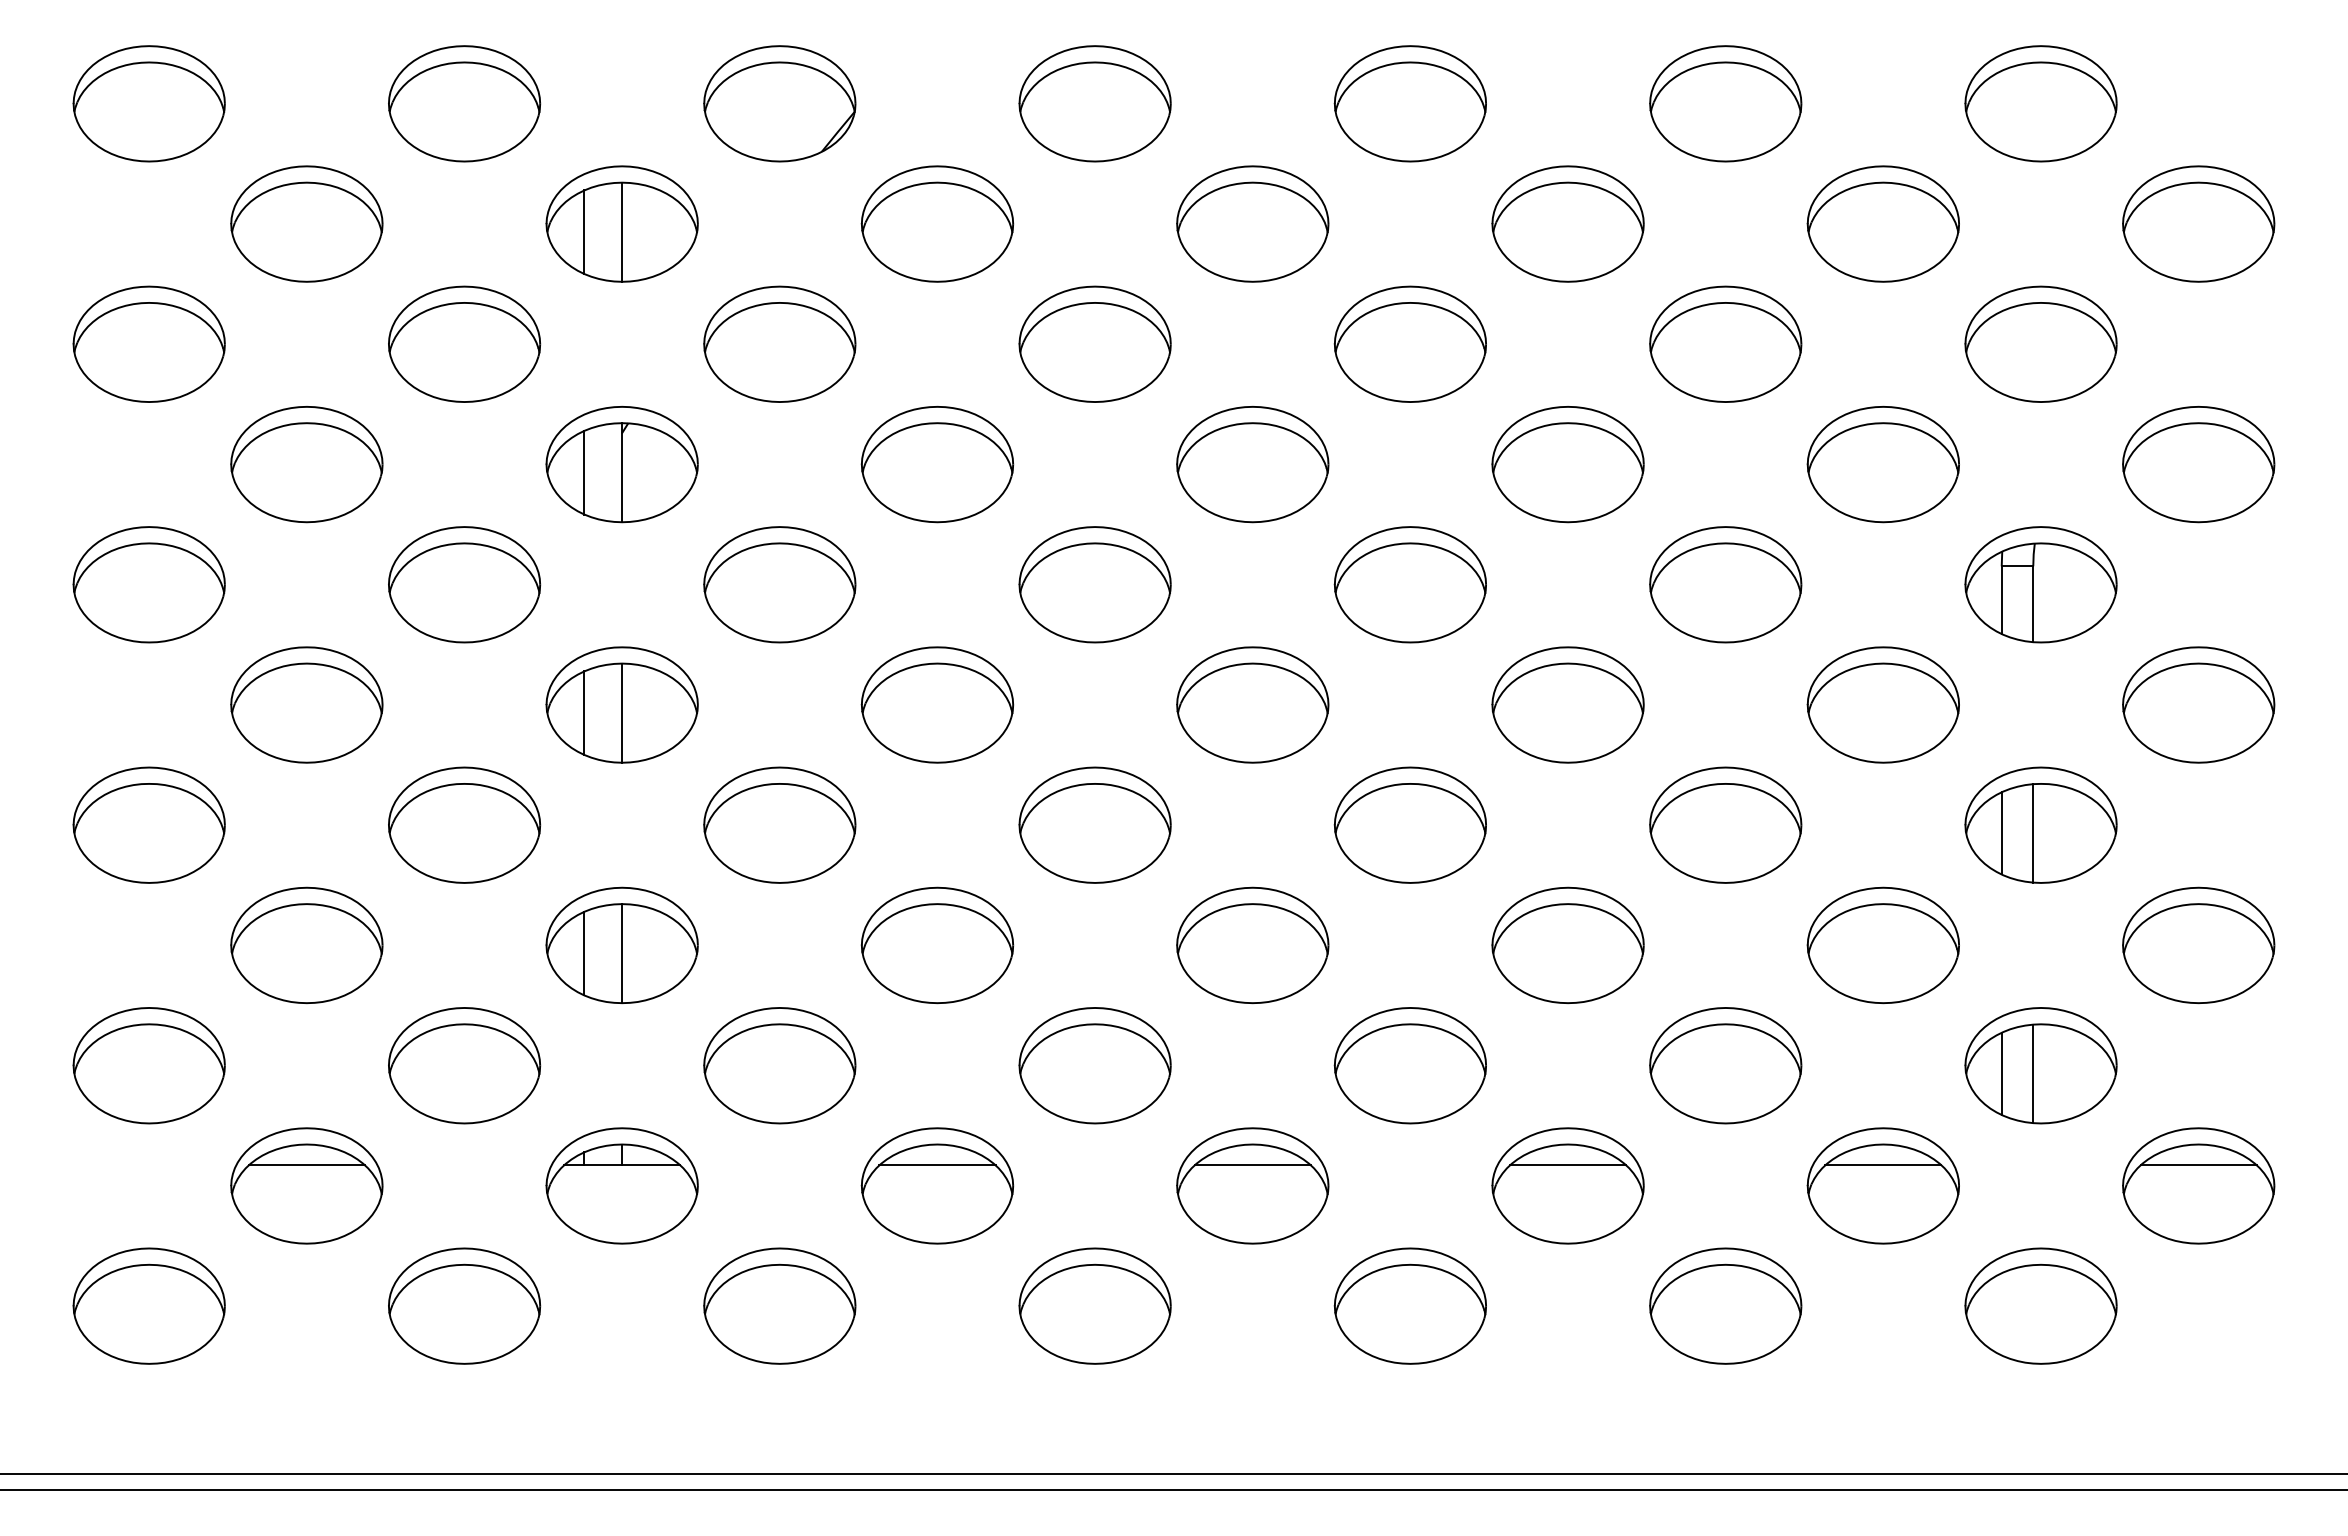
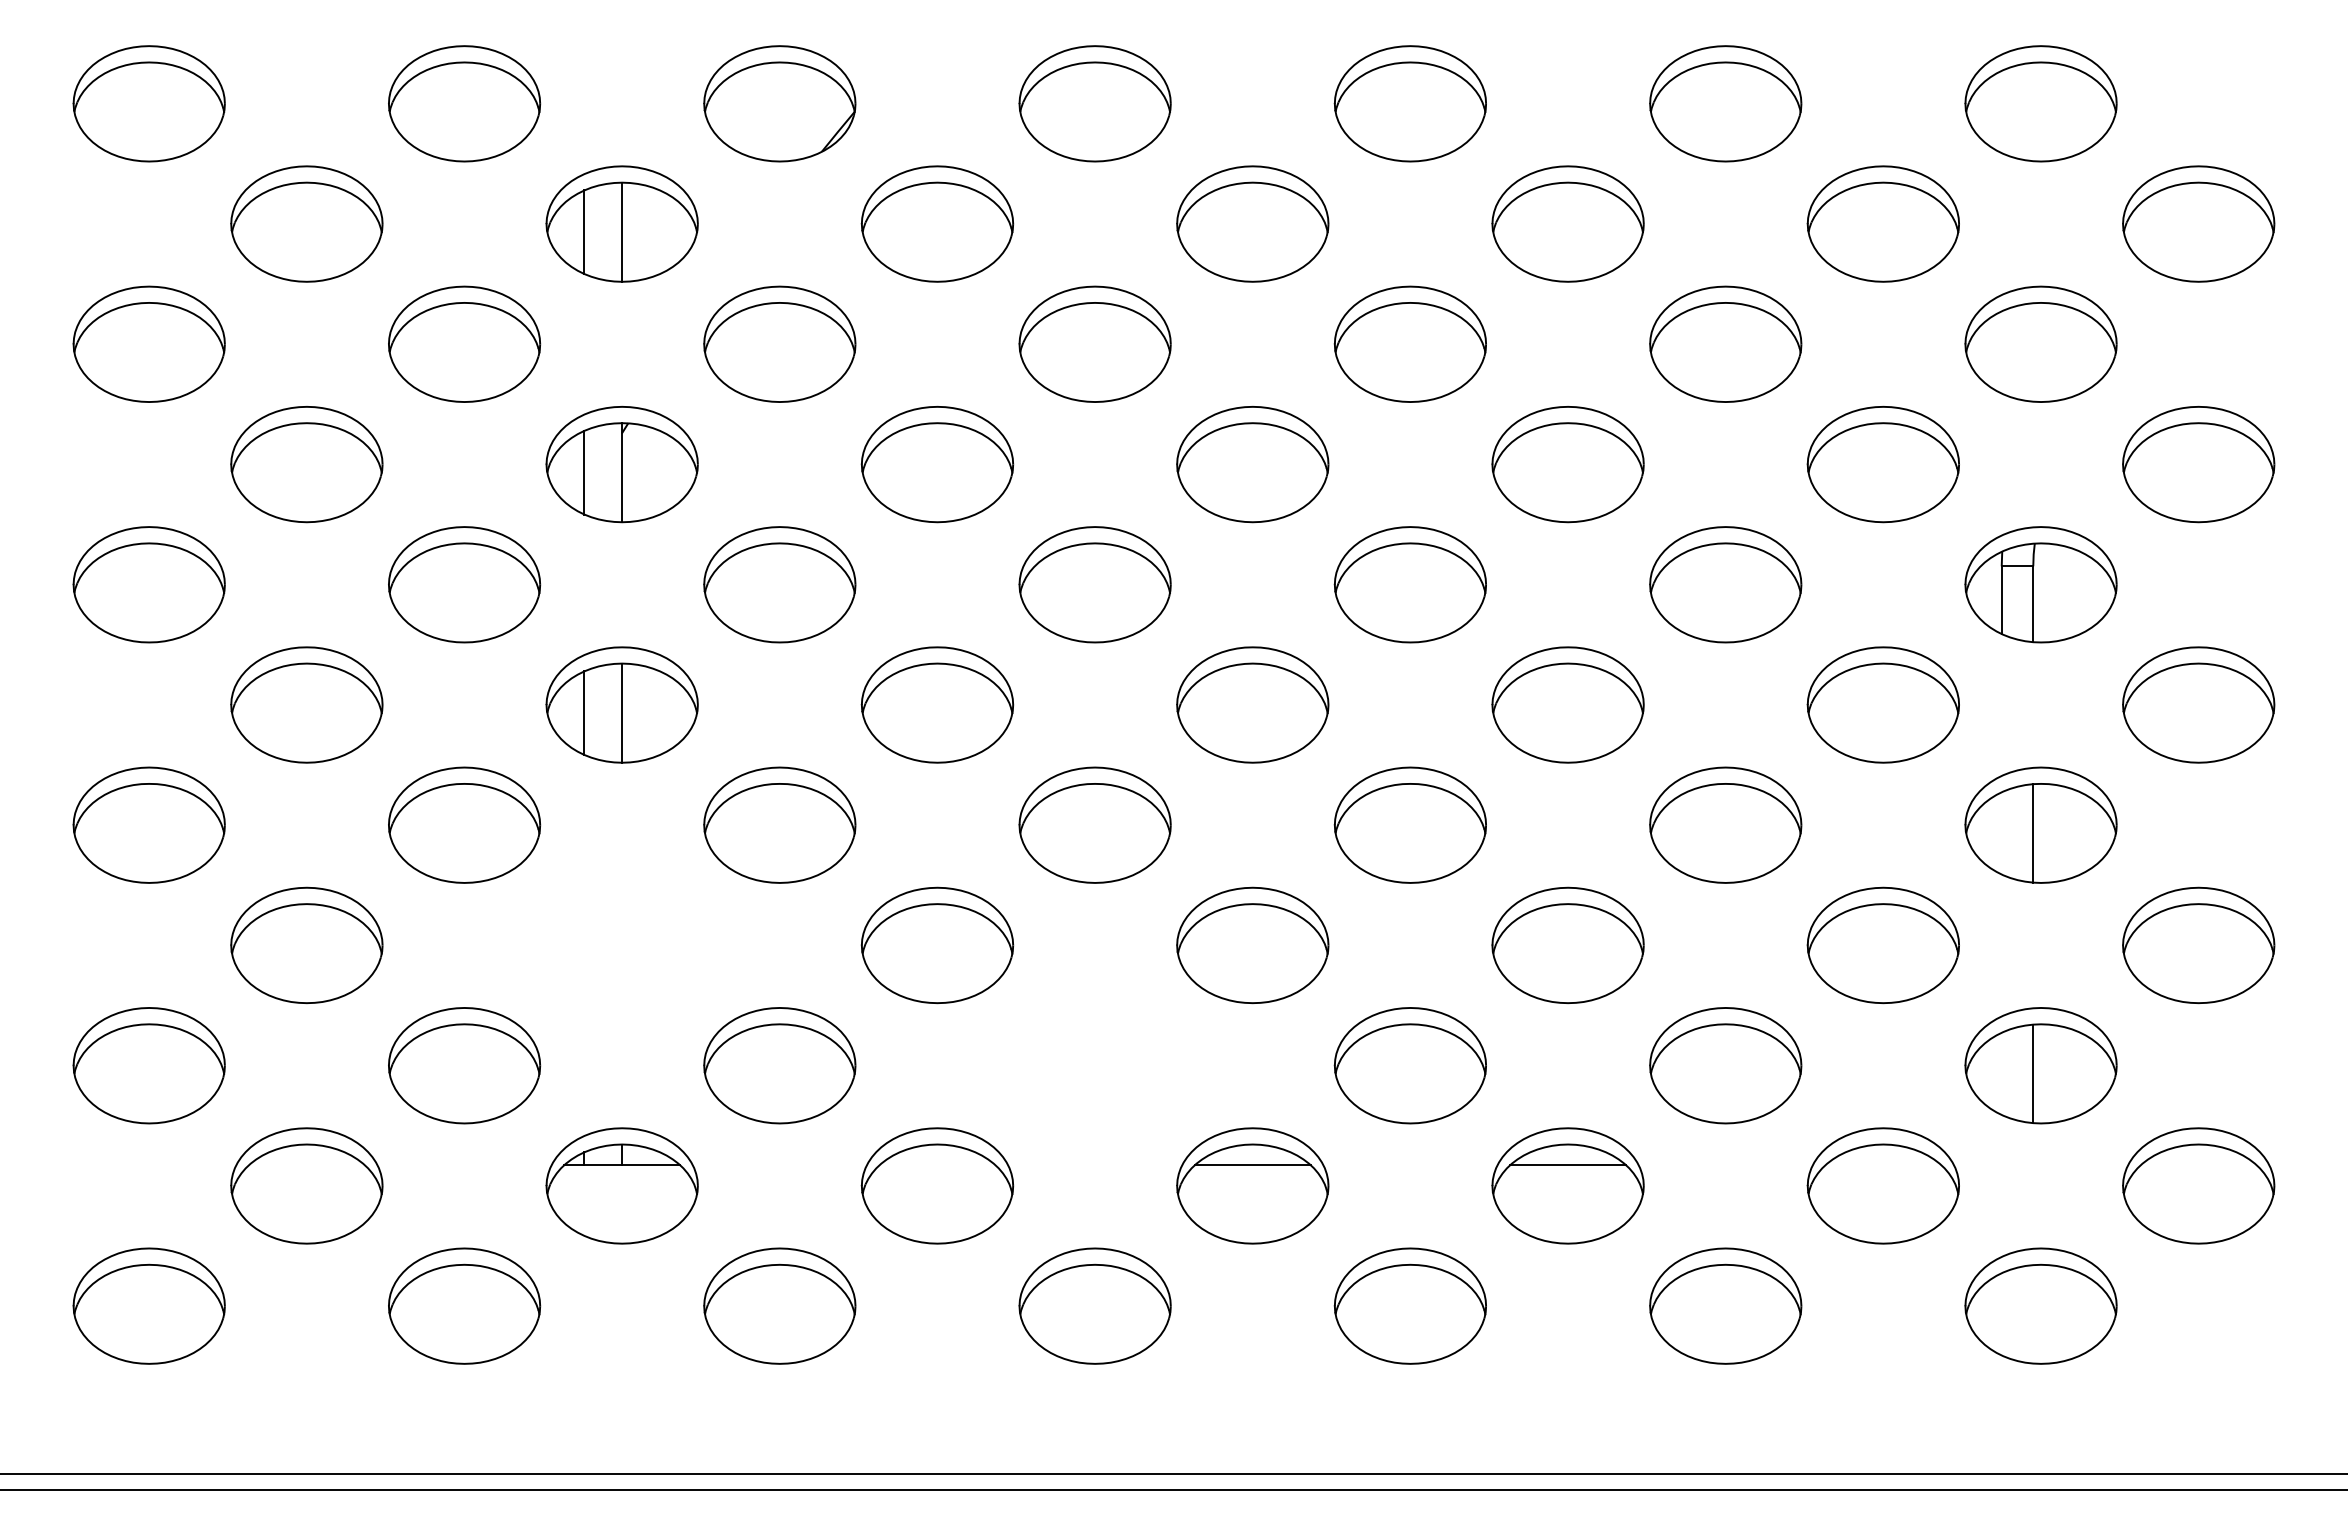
line at (2001, 833): present -> none
part at (621, 945): present -> none
part at (1094, 1065): present -> none
line at (2001, 1073): present -> none
line at (306, 1165): present -> none
line at (937, 1165): present -> none
line at (1883, 1165): present -> none
line at (2198, 1165): present -> none
